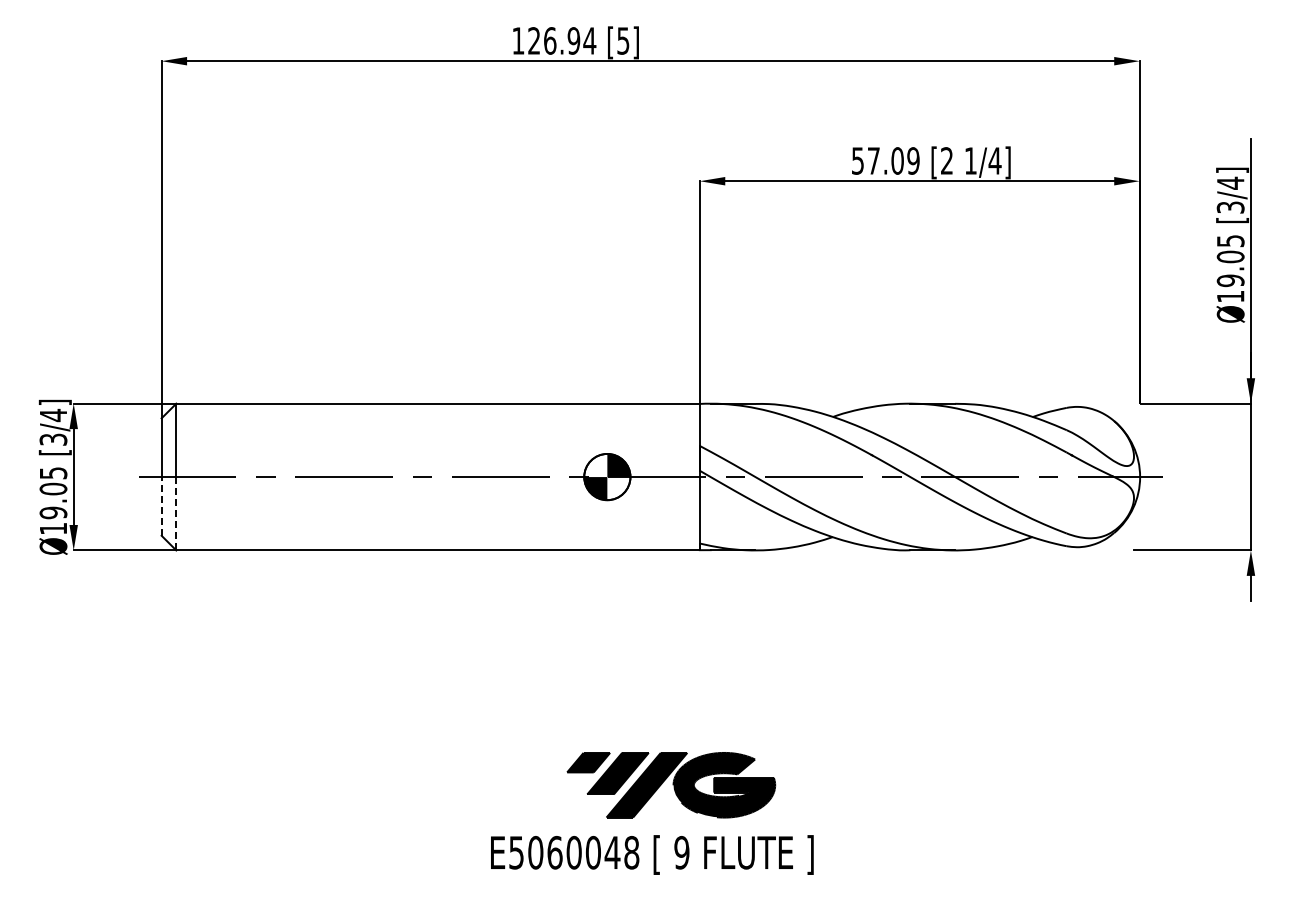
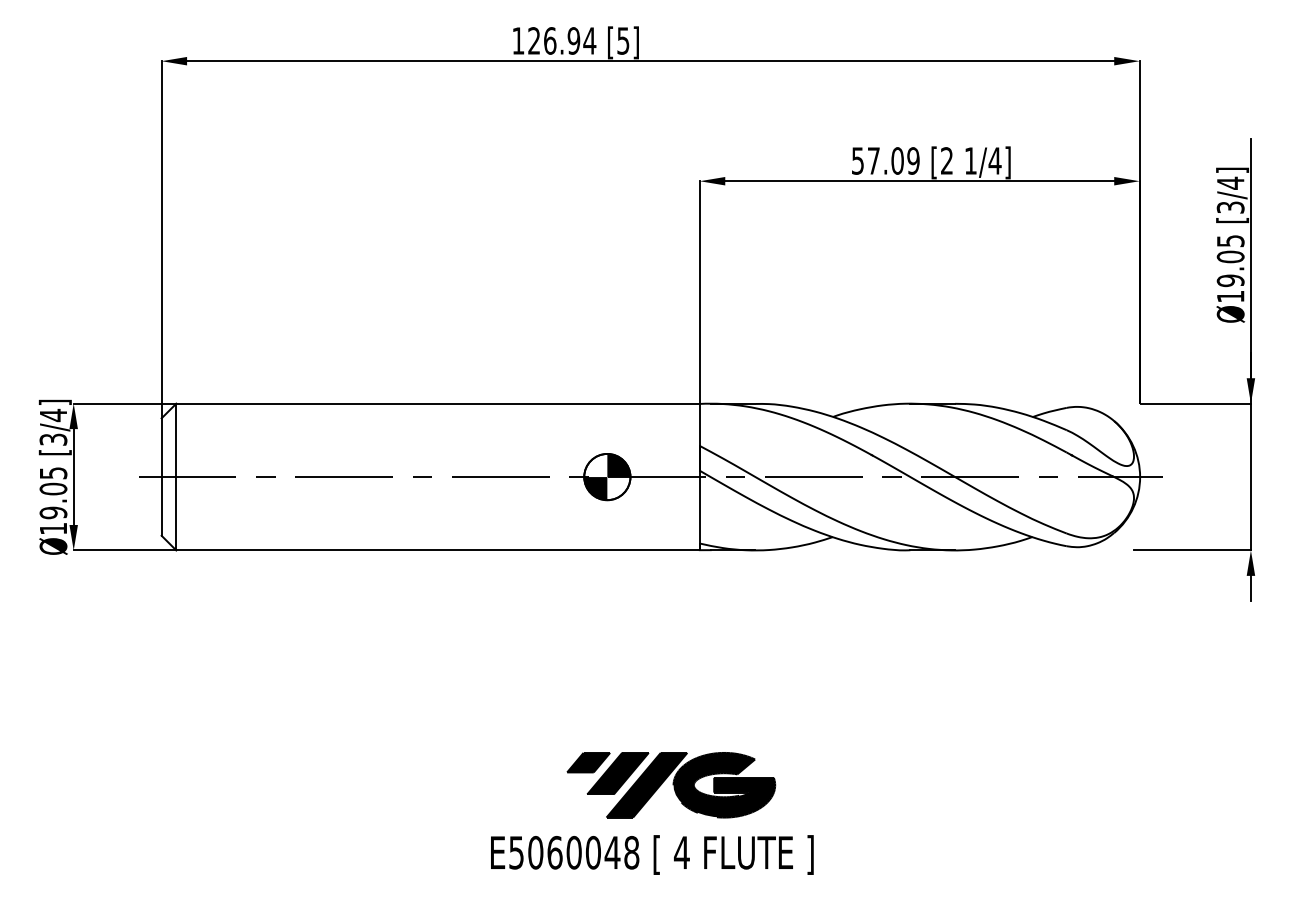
line at (161, 505): dashed -> solid
line at (176, 513): dashed -> solid
text at (681, 852): 9 -> 4
